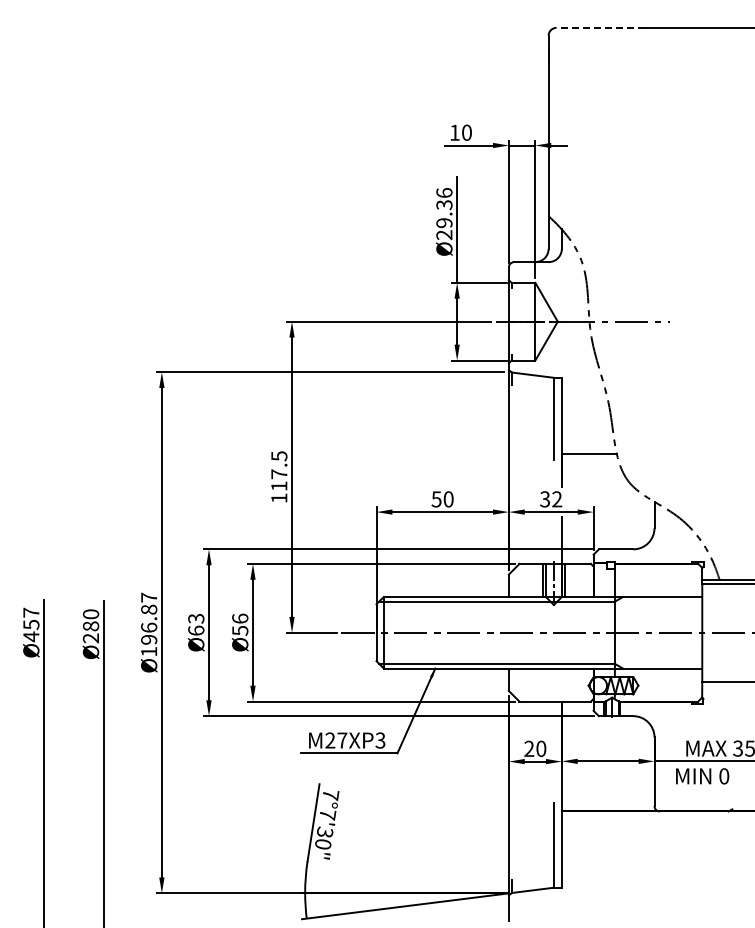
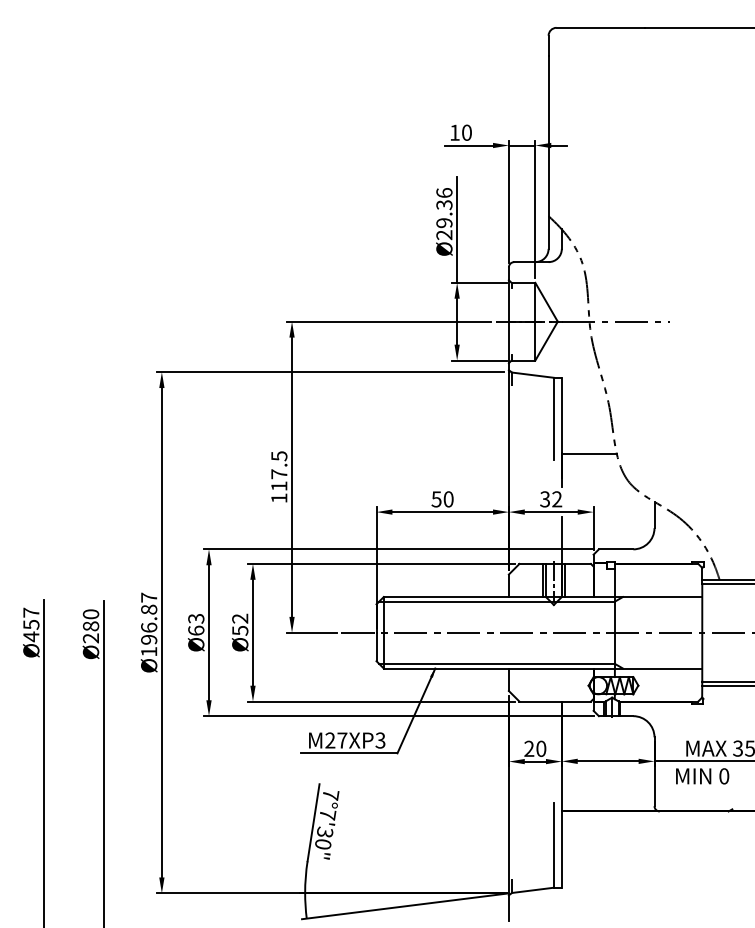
line at (600, 27): dashed -> solid
text at (240, 618): Ø56 -> Ø52
line at (726, 685): none -> present
